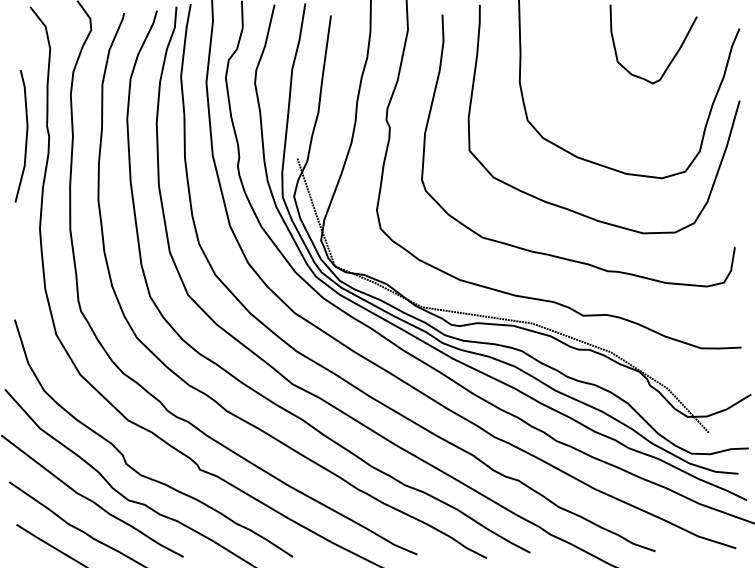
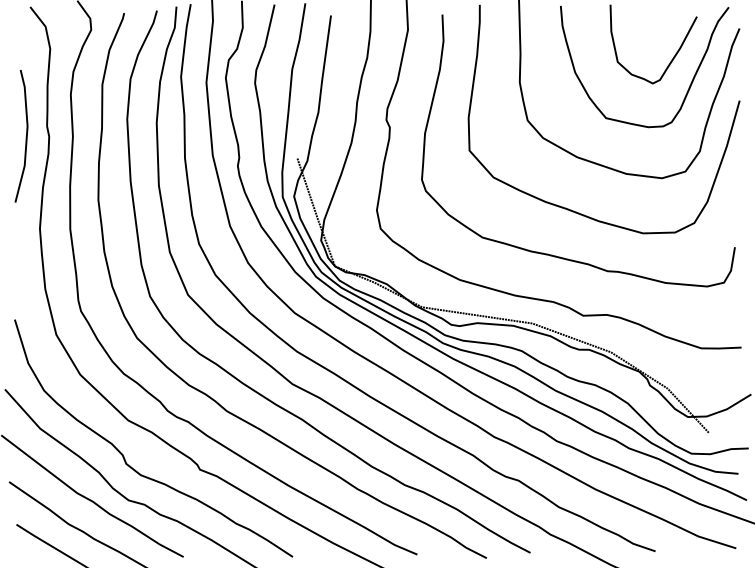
part at (688, 87): none -> present
